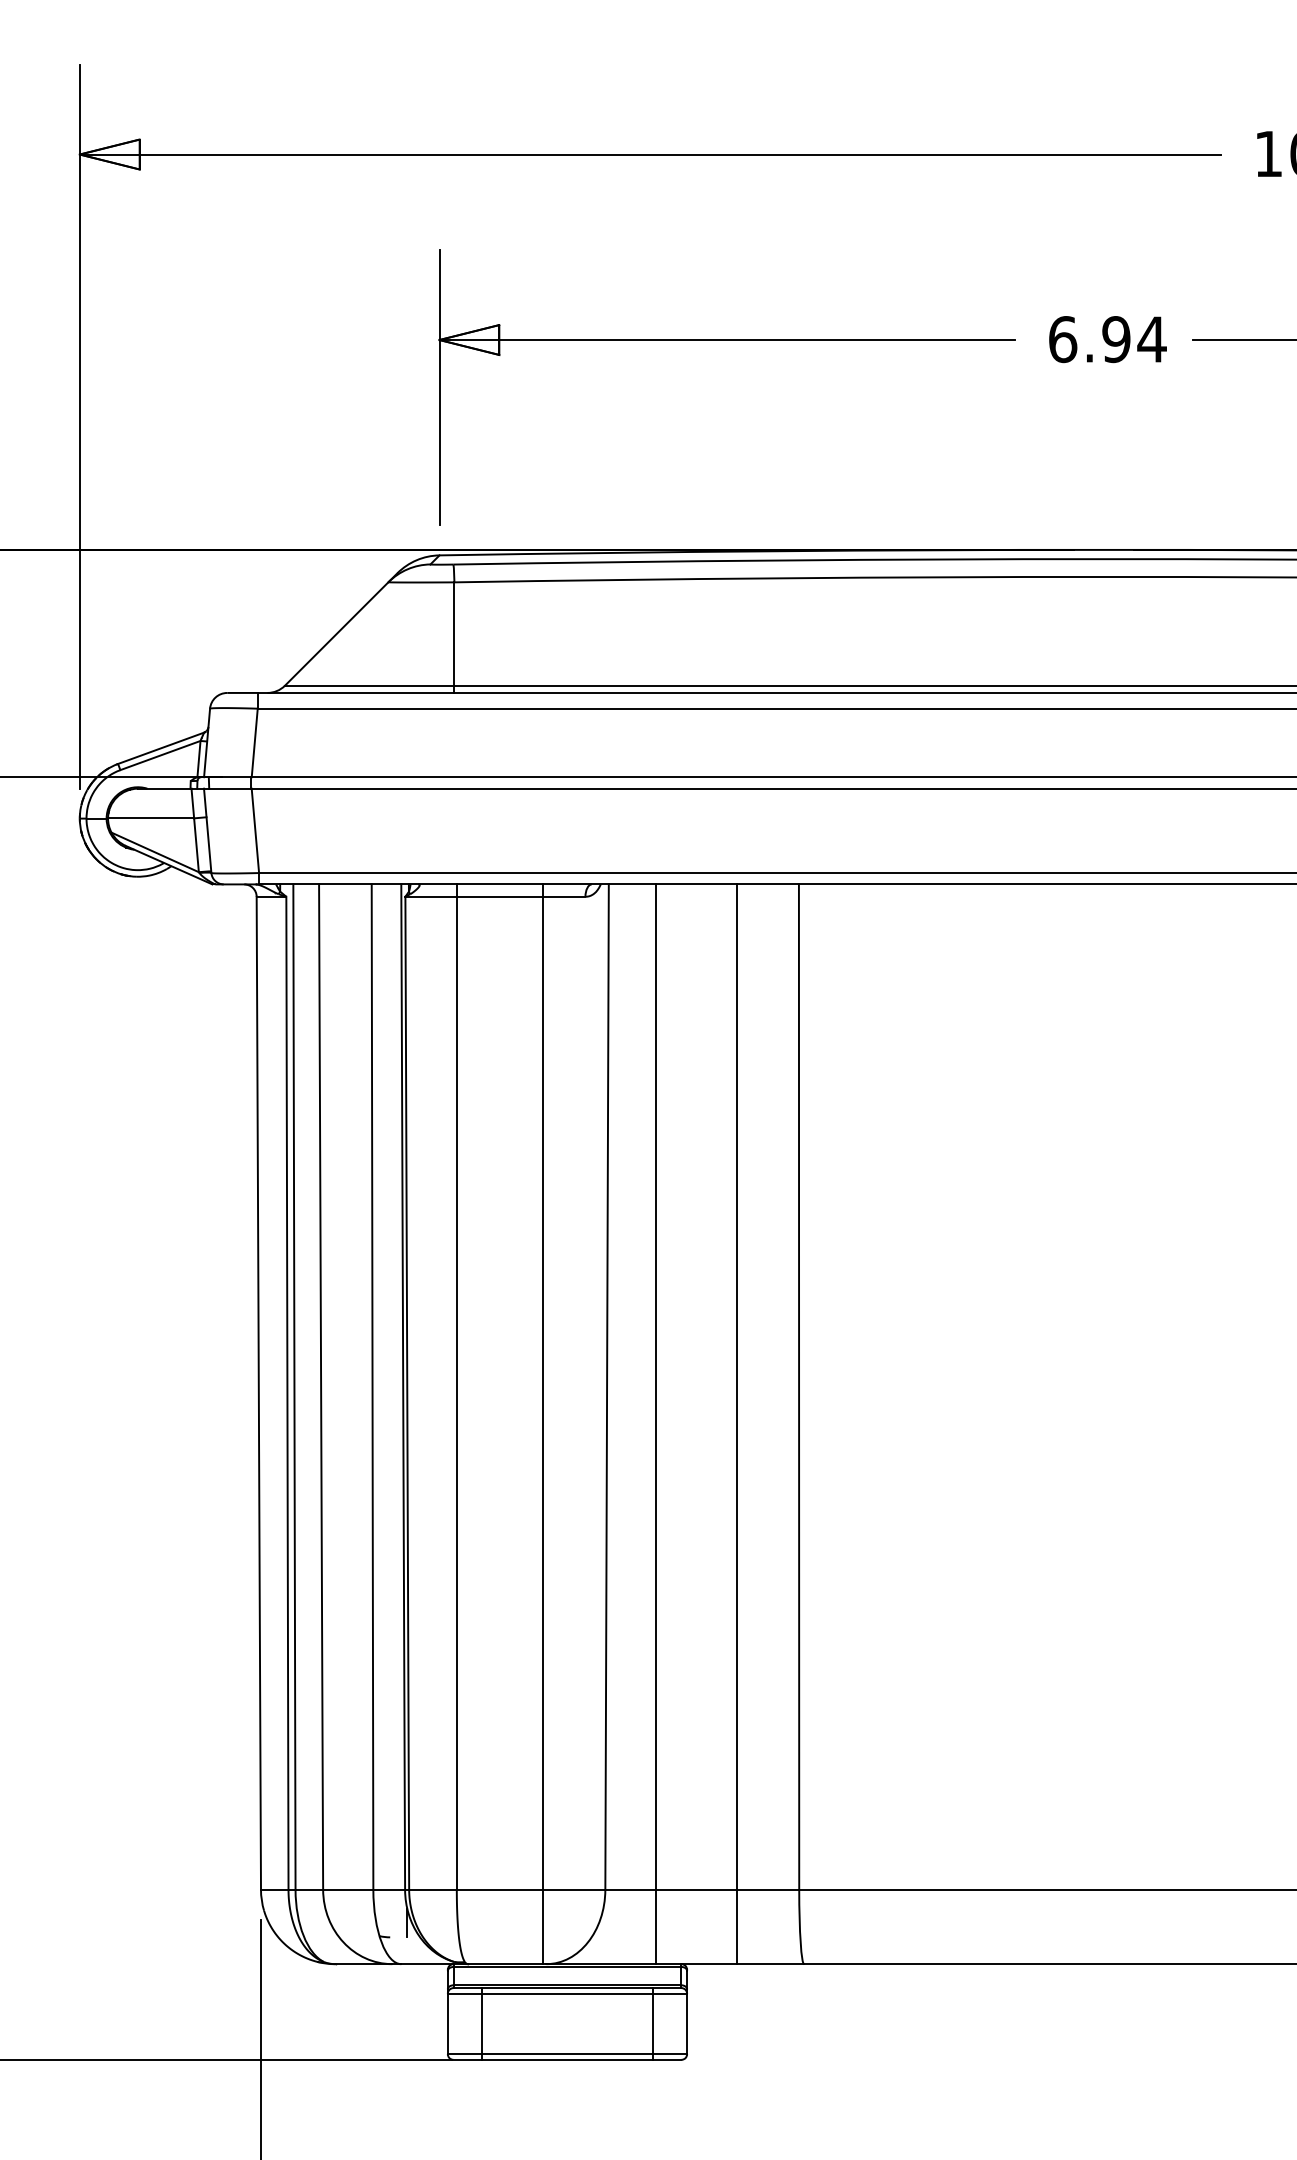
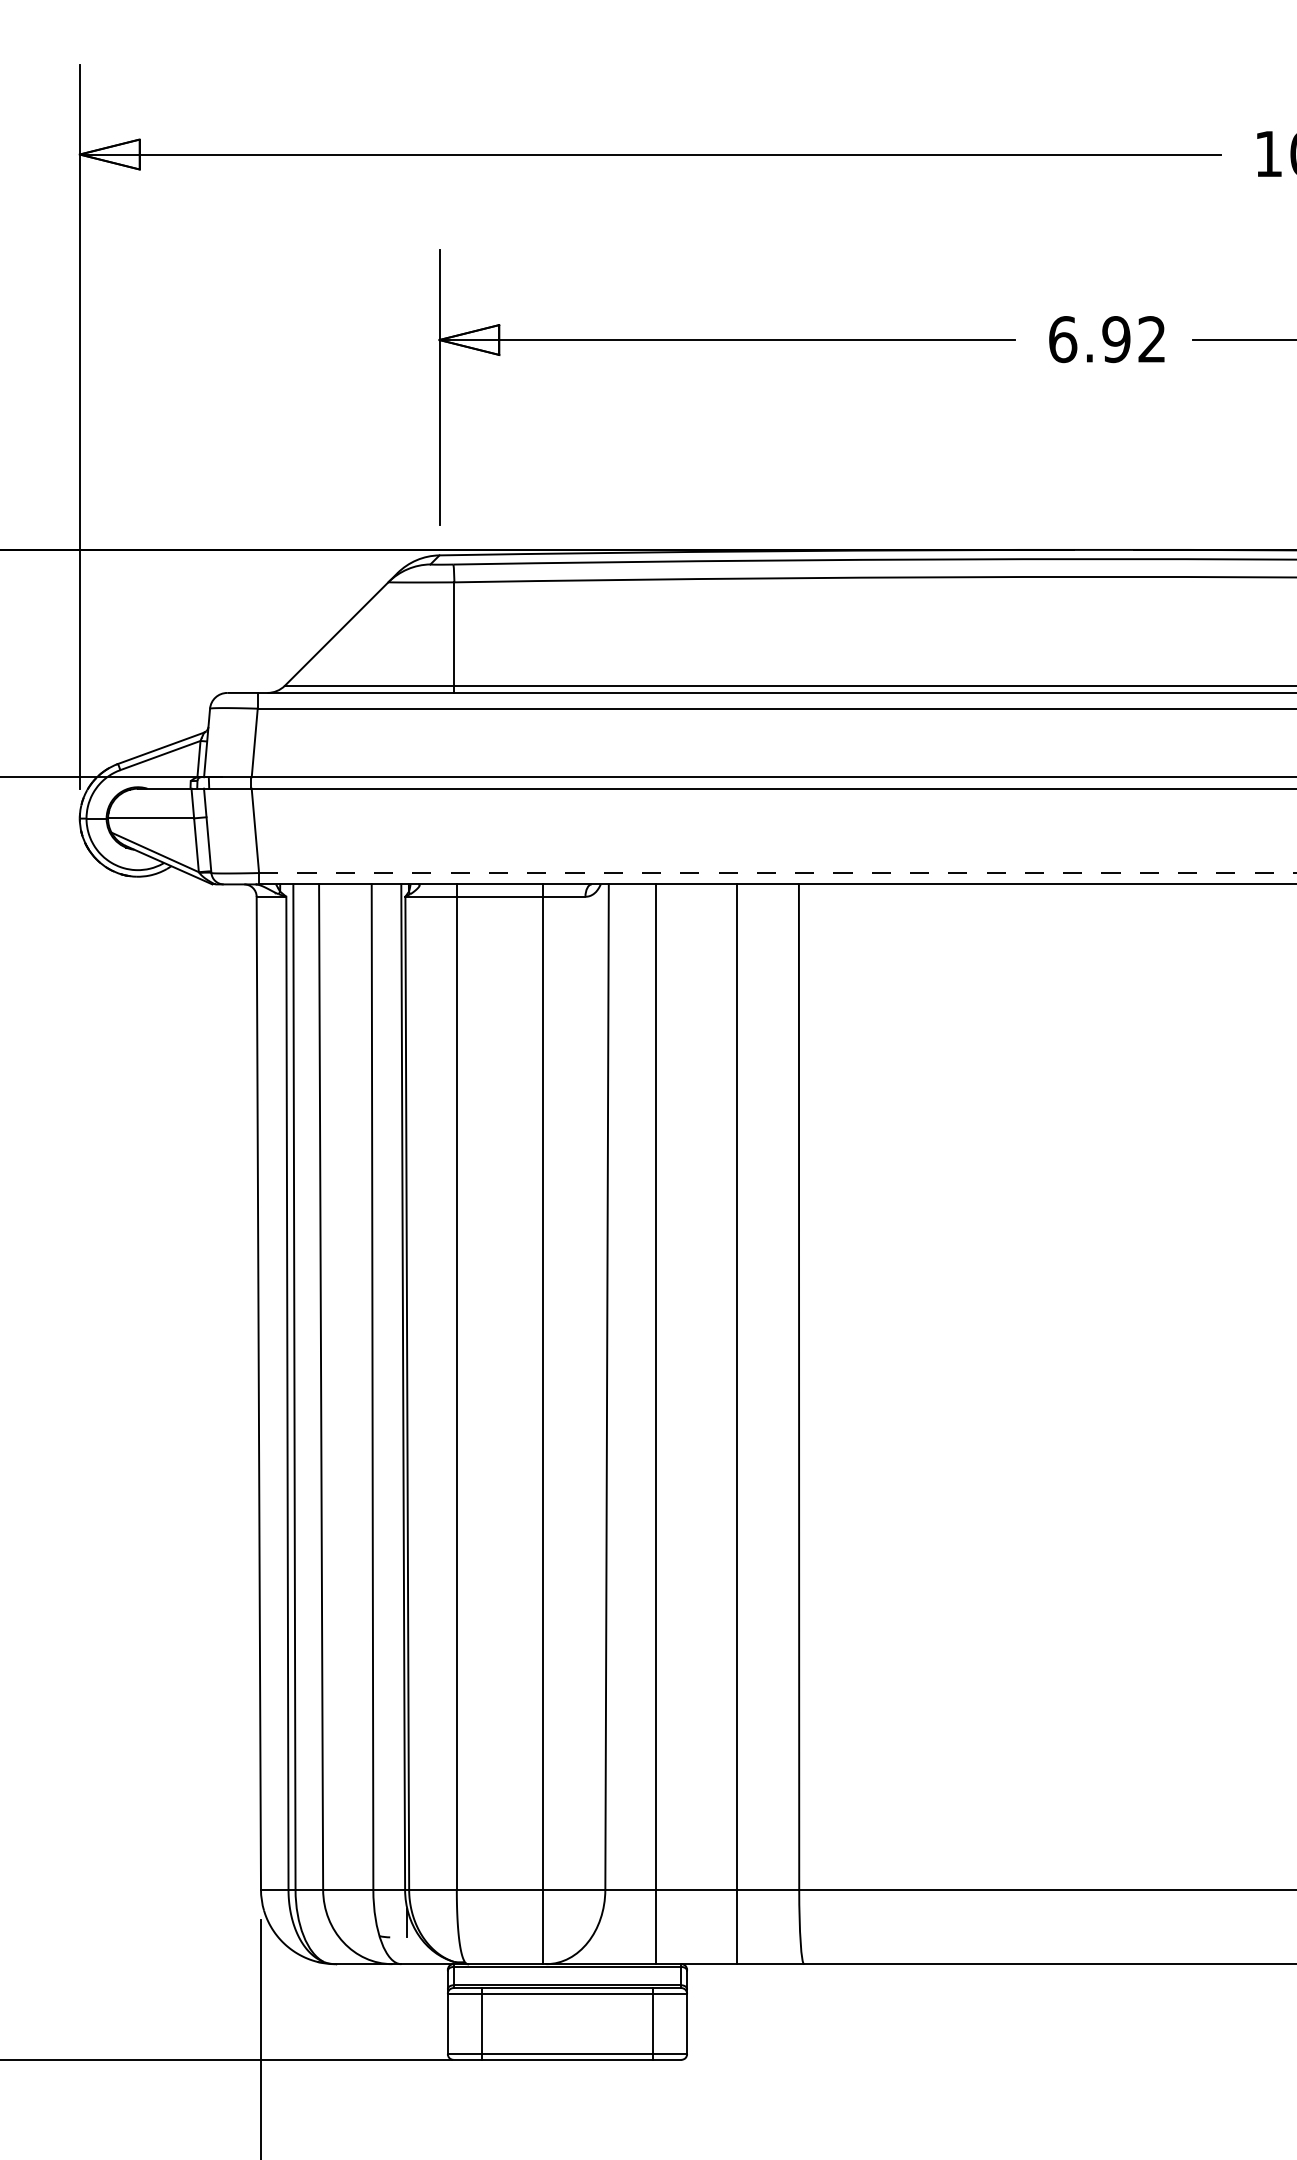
text at (1151, 339): 6.94 -> 6.92
line at (777, 873): solid -> dashed
